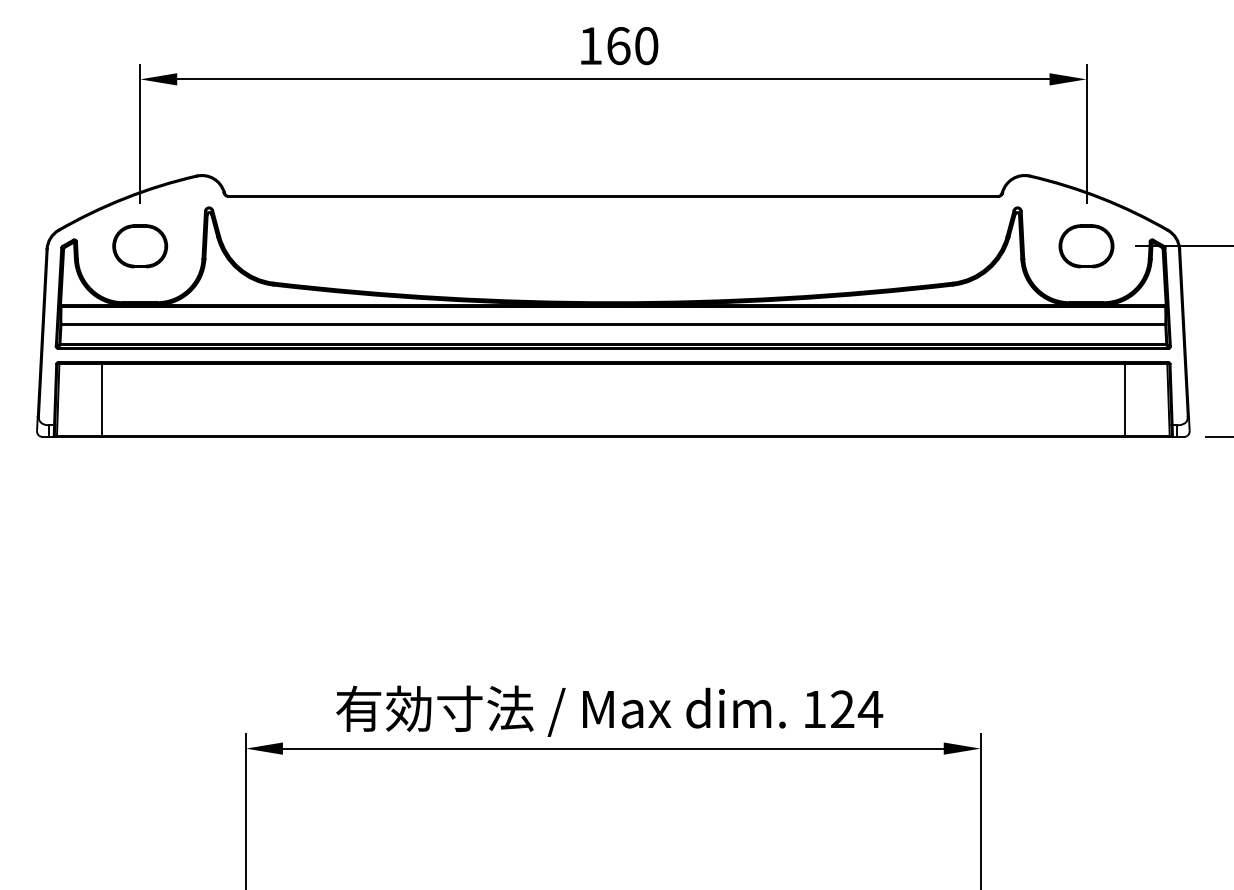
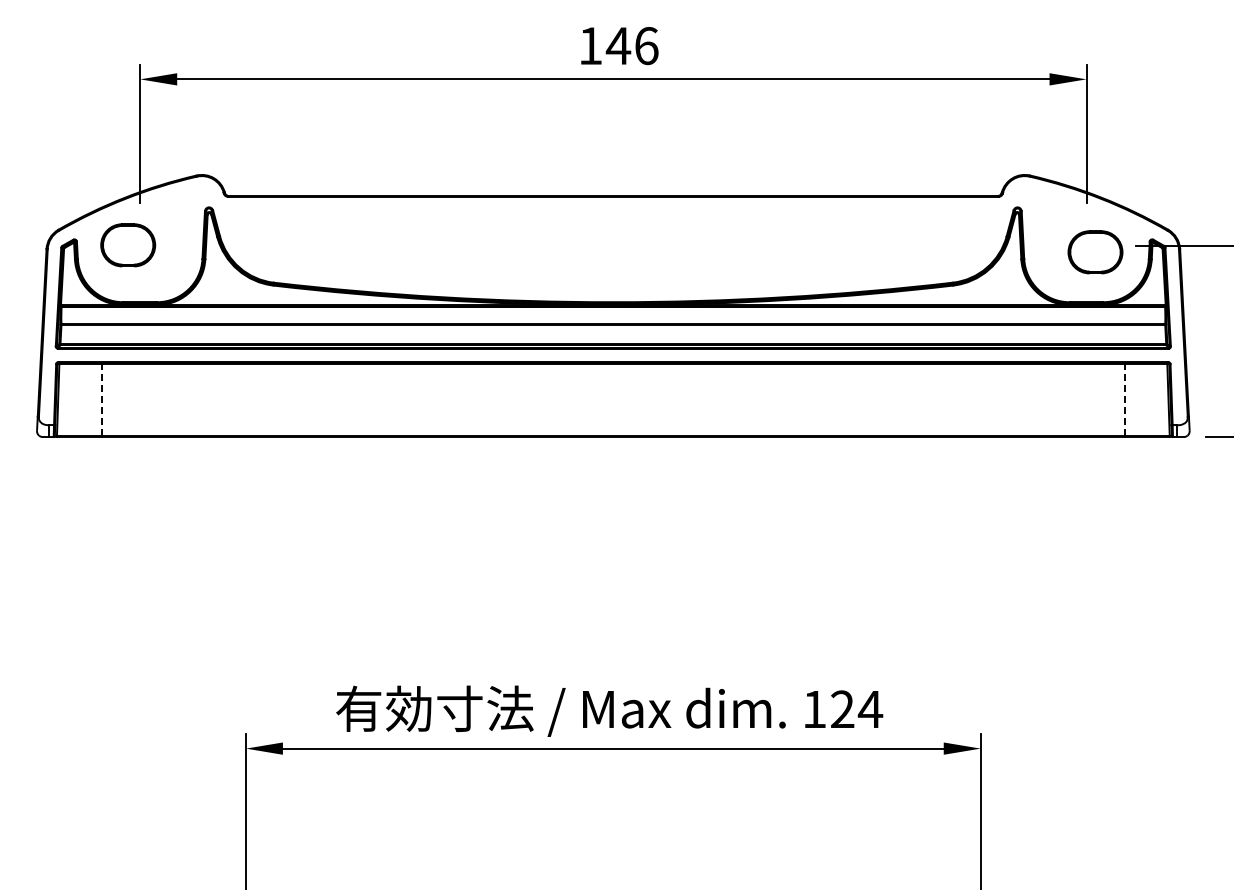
text at (631, 46): 160 -> 146
part at (140, 246) position: (140, 246) -> (128, 245)
part at (1086, 246) position: (1086, 246) -> (1095, 252)
line at (101, 400): solid -> dashed
line at (1124, 400): solid -> dashed
